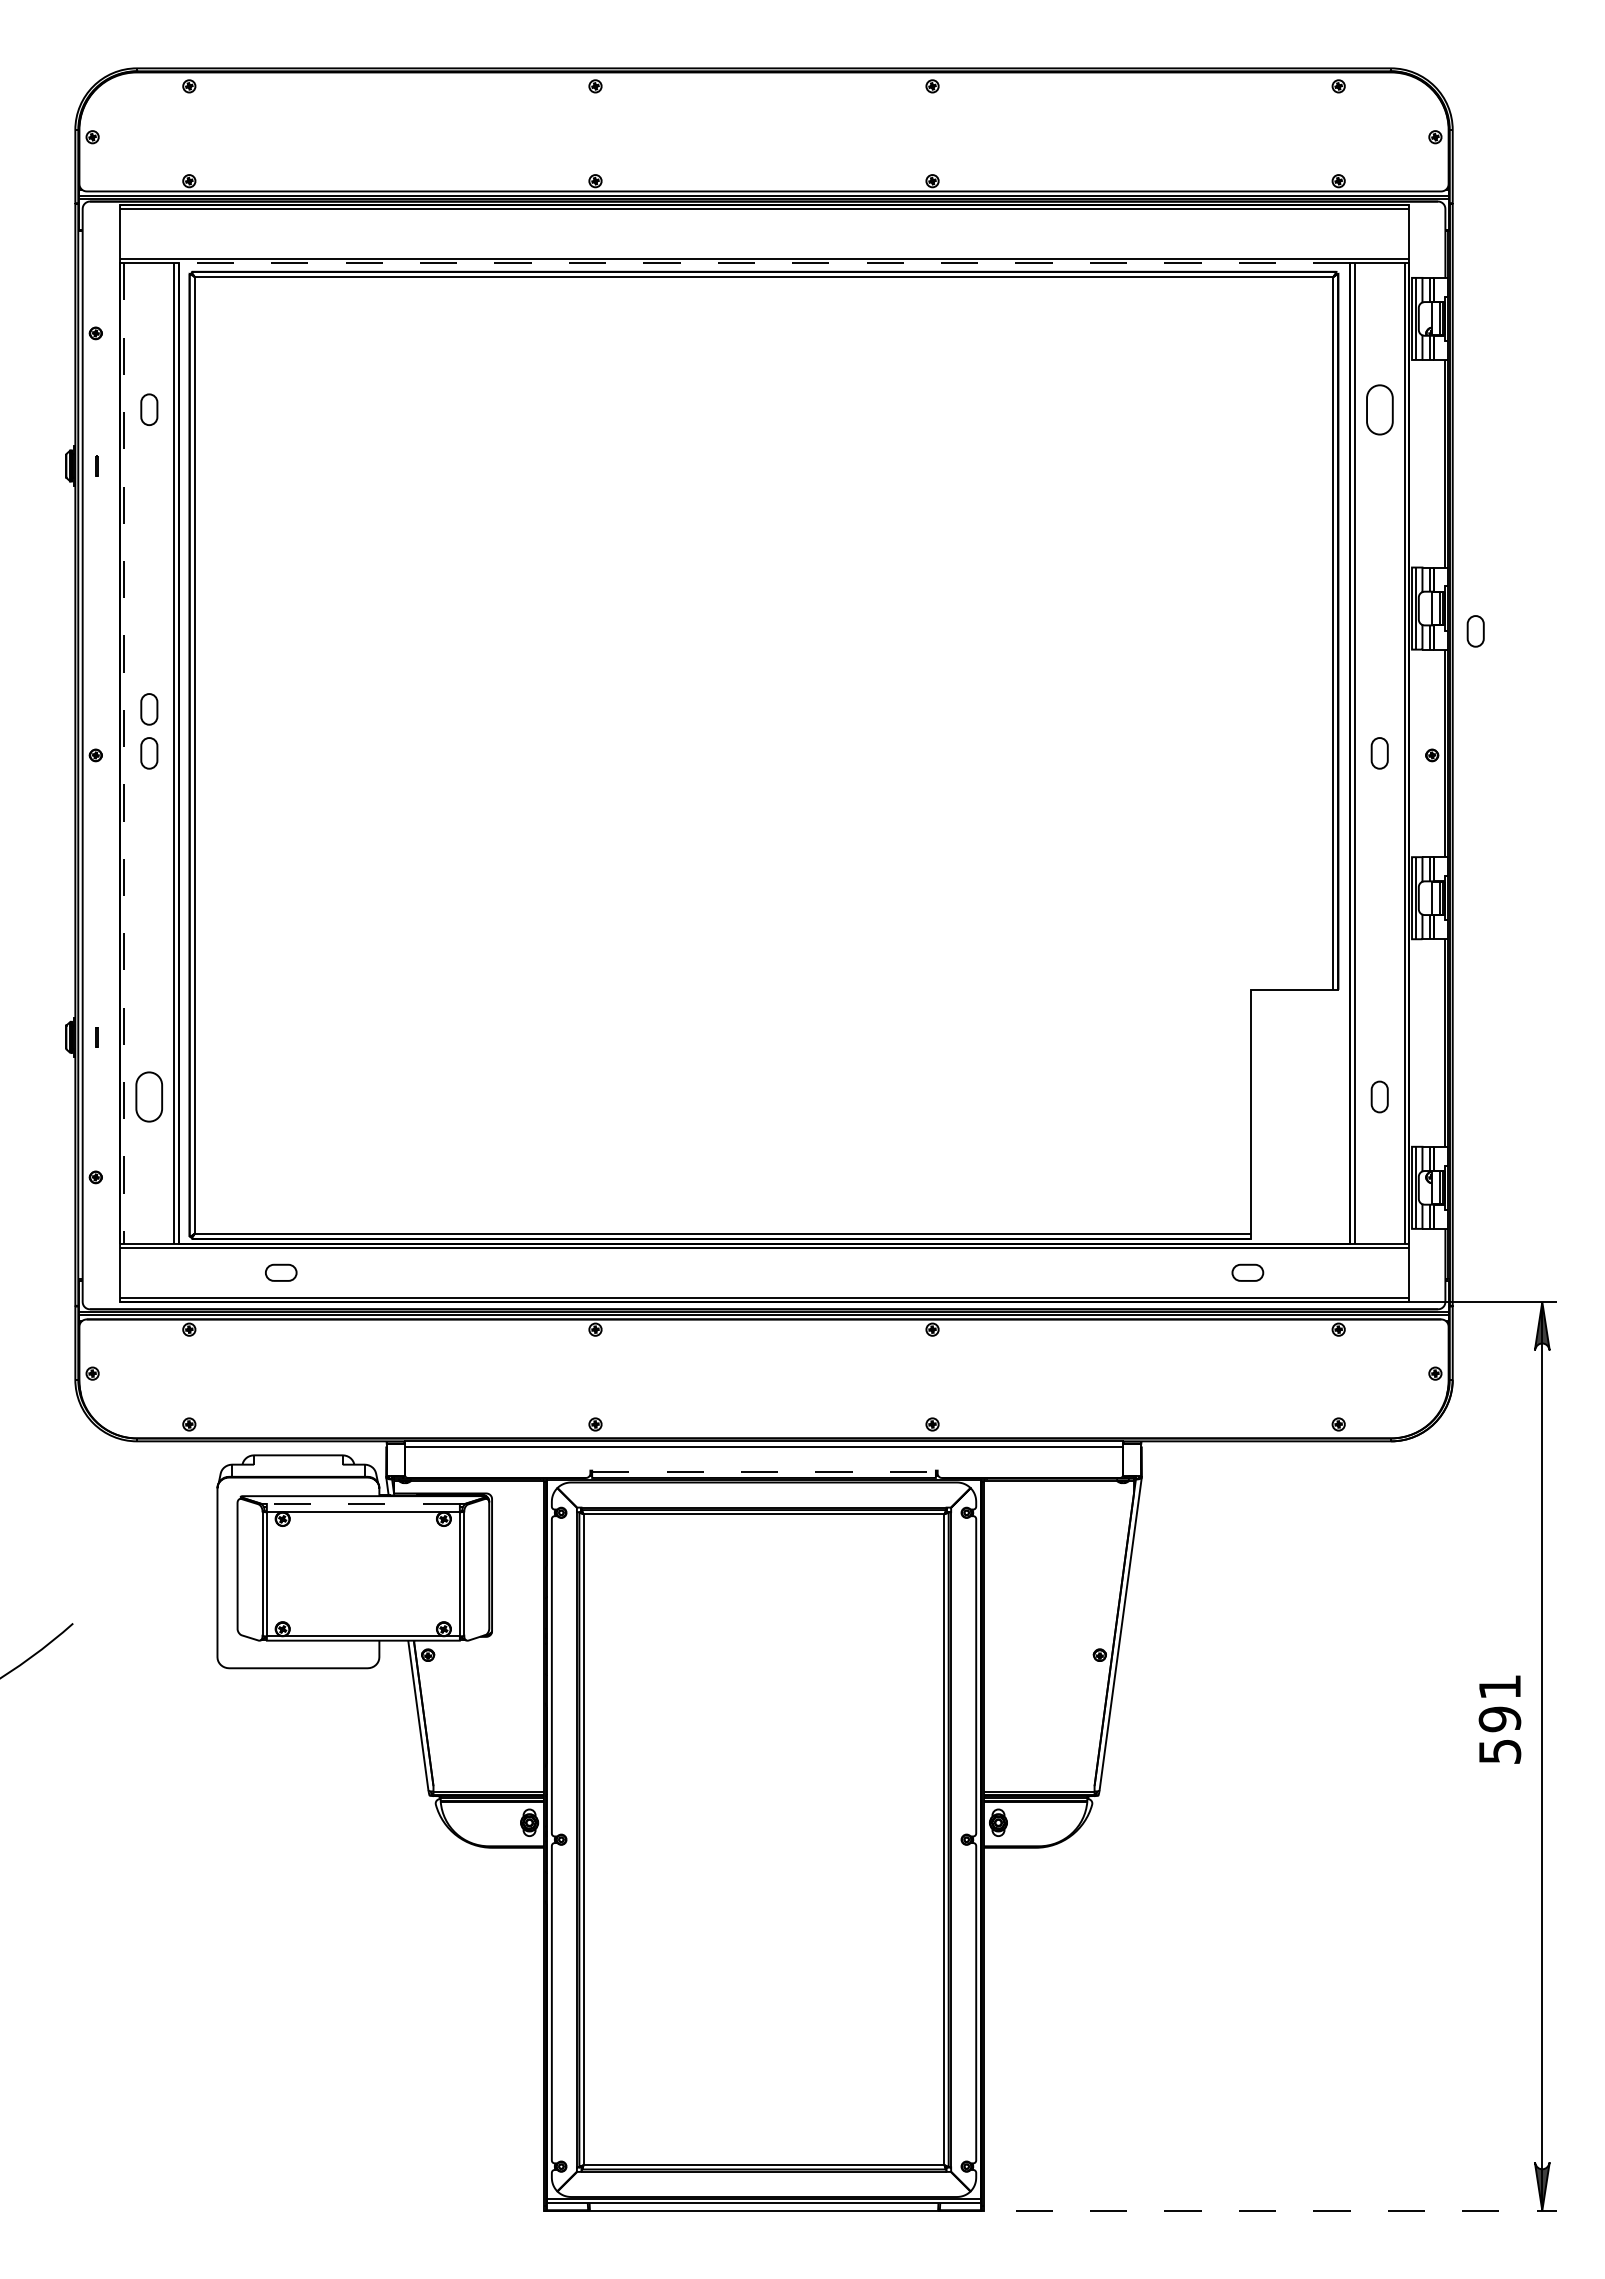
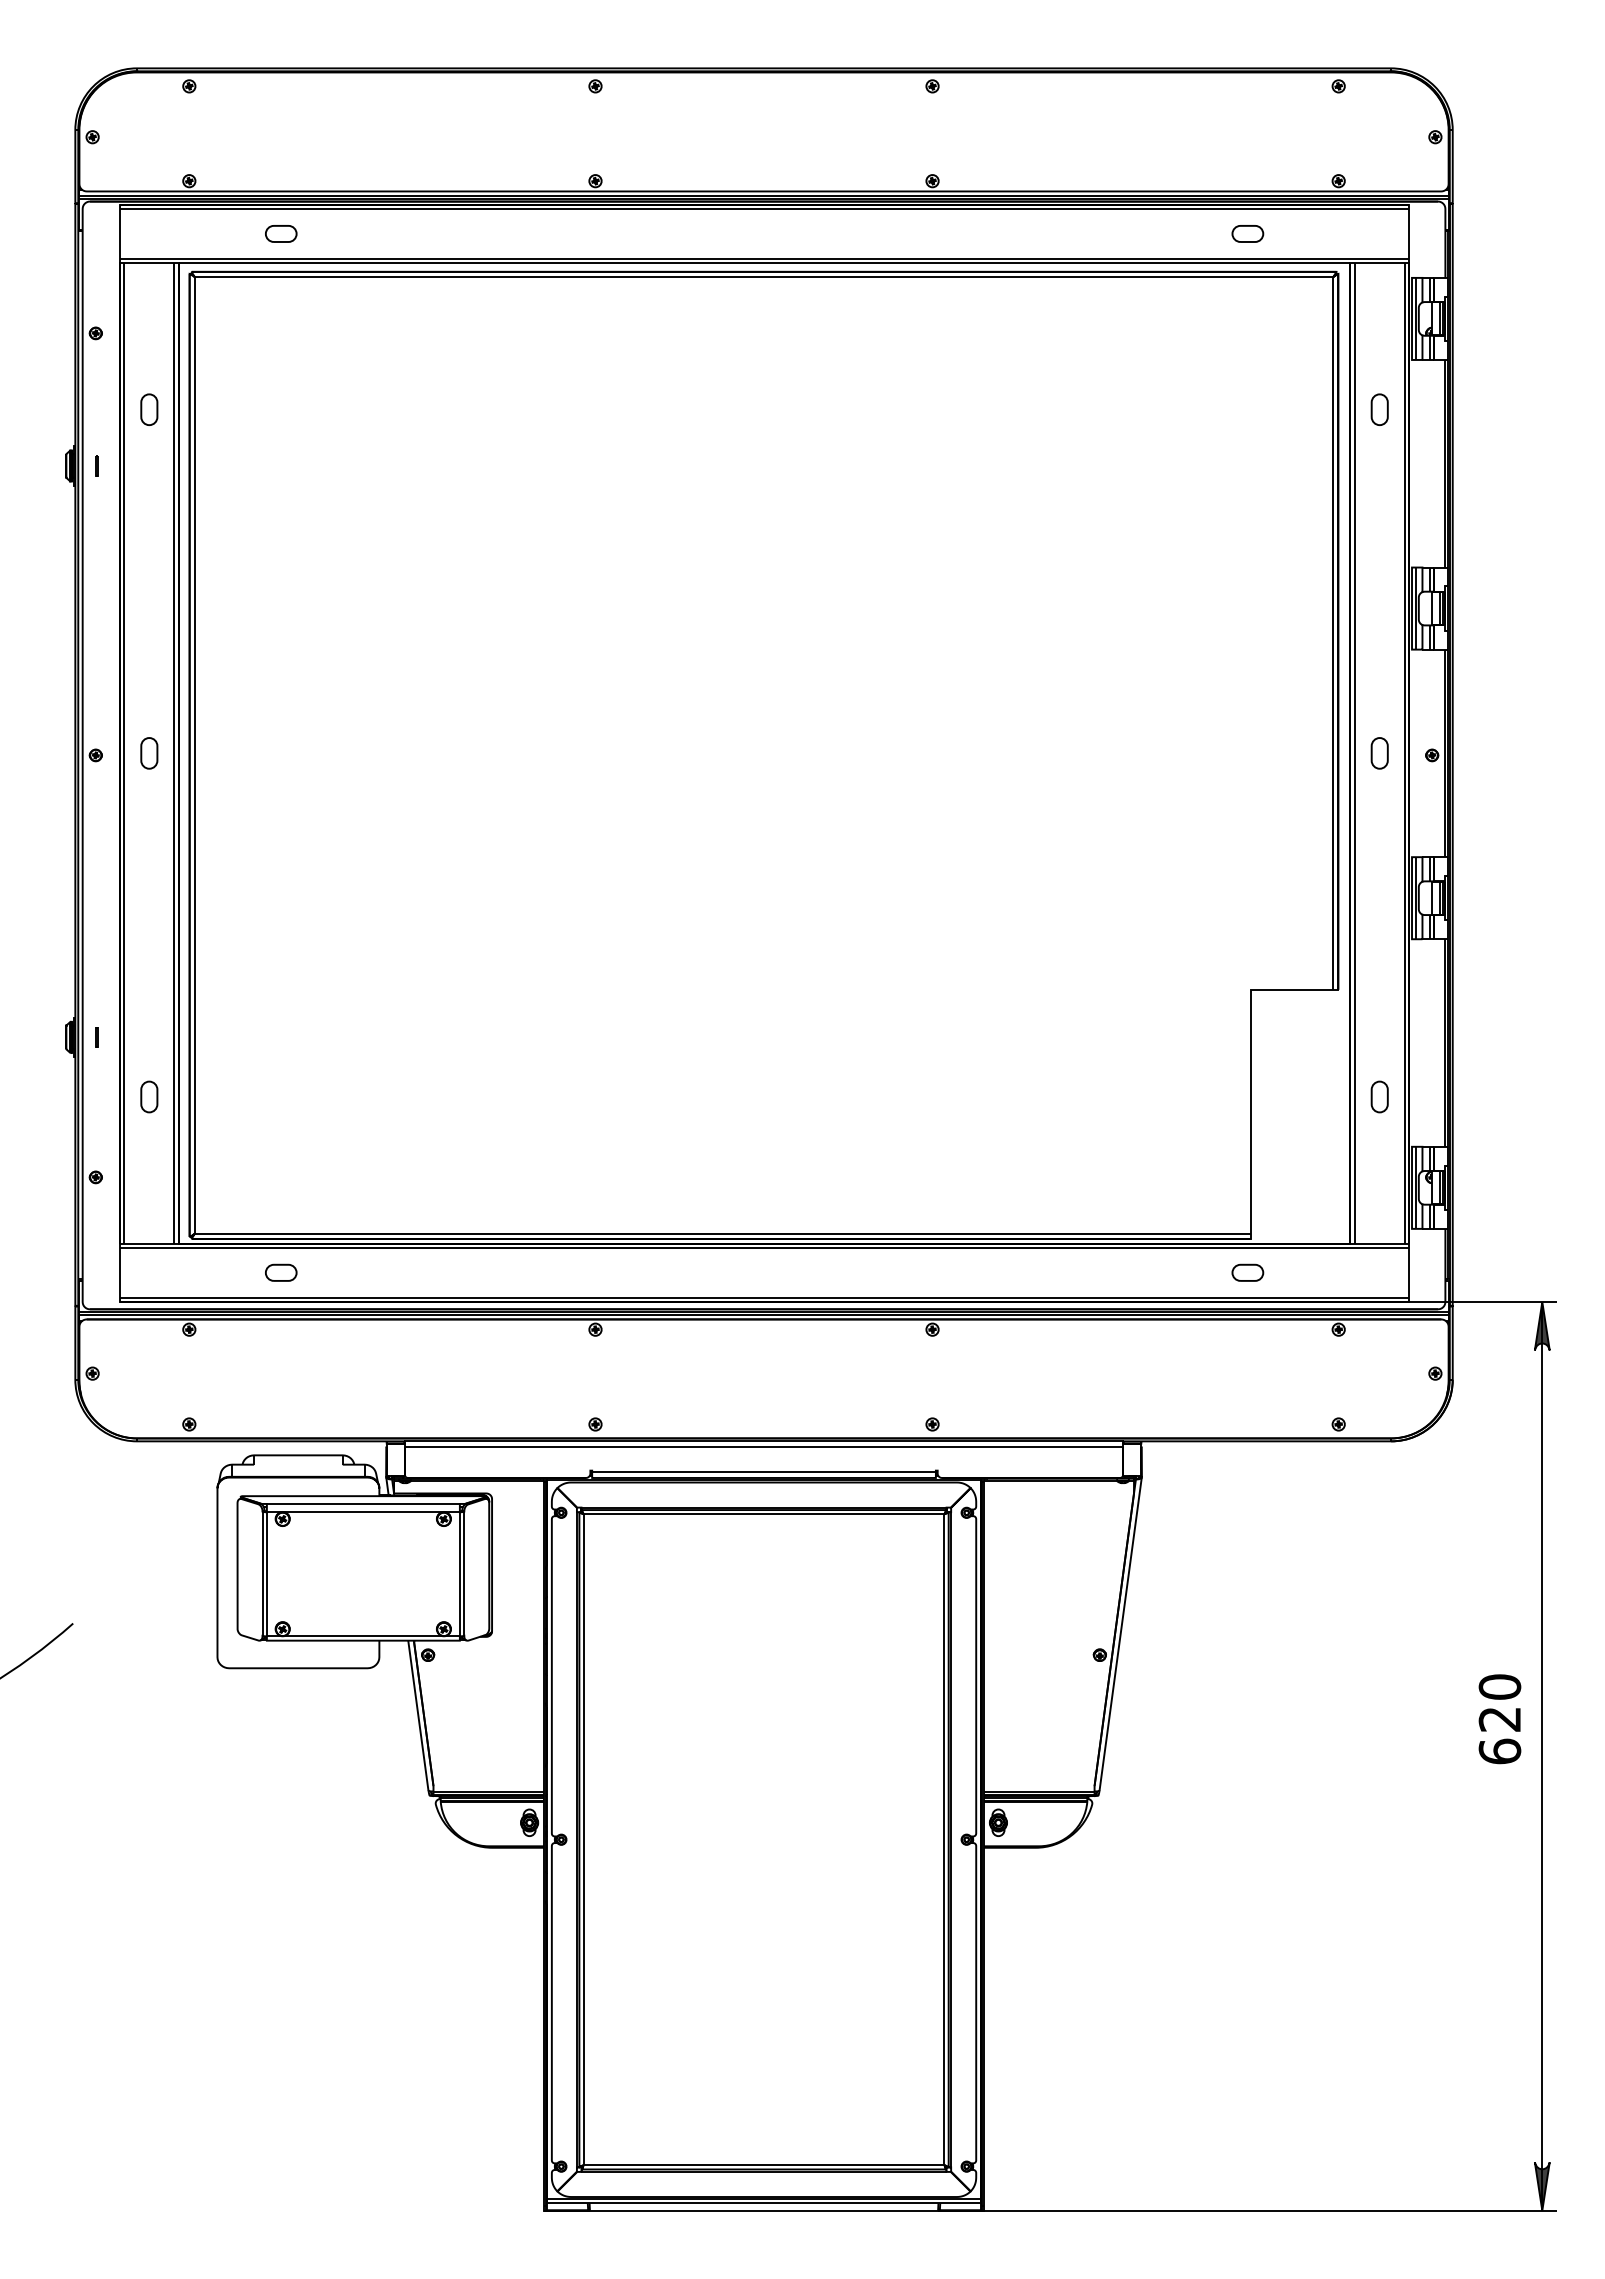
part at (281, 233): none -> present
part at (1247, 233): none -> present
line at (764, 263): dashed -> solid
part at (1379, 409) size: 28x52 px -> 19x33 px
part at (1475, 631): present -> none
part at (149, 709): present -> none
line at (124, 753): dashed -> solid
part at (148, 1096) size: 28x52 px -> 19x34 px
line at (764, 1472): dashed -> solid
line at (362, 1503): dashed -> solid
text at (1499, 1719): 591 -> 620
line at (1249, 2210): dashed -> solid
